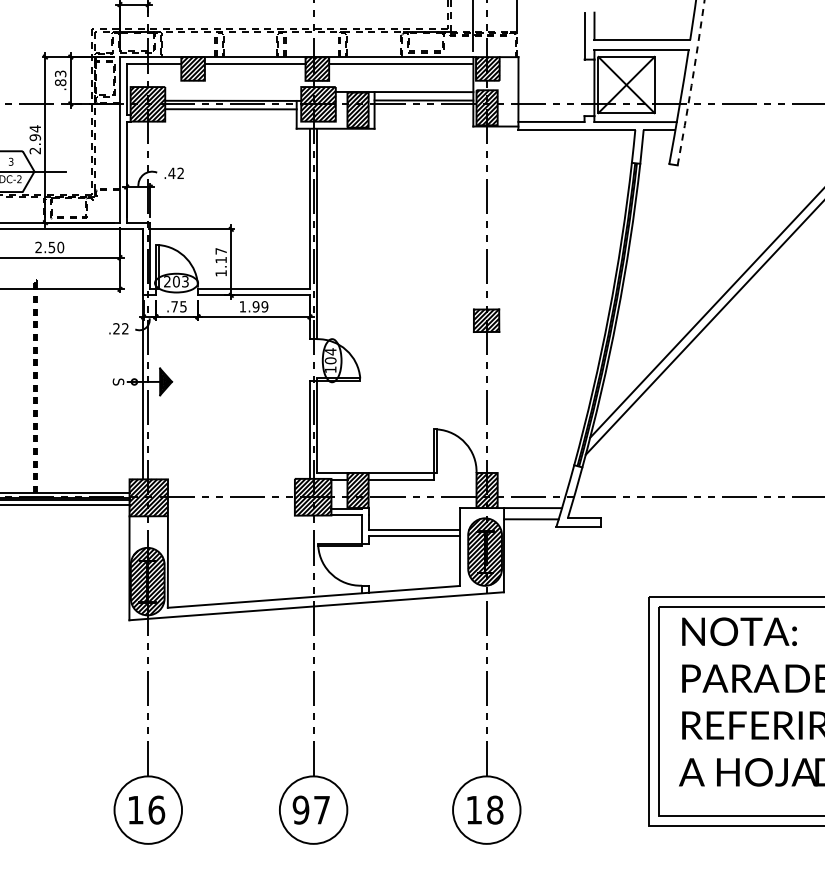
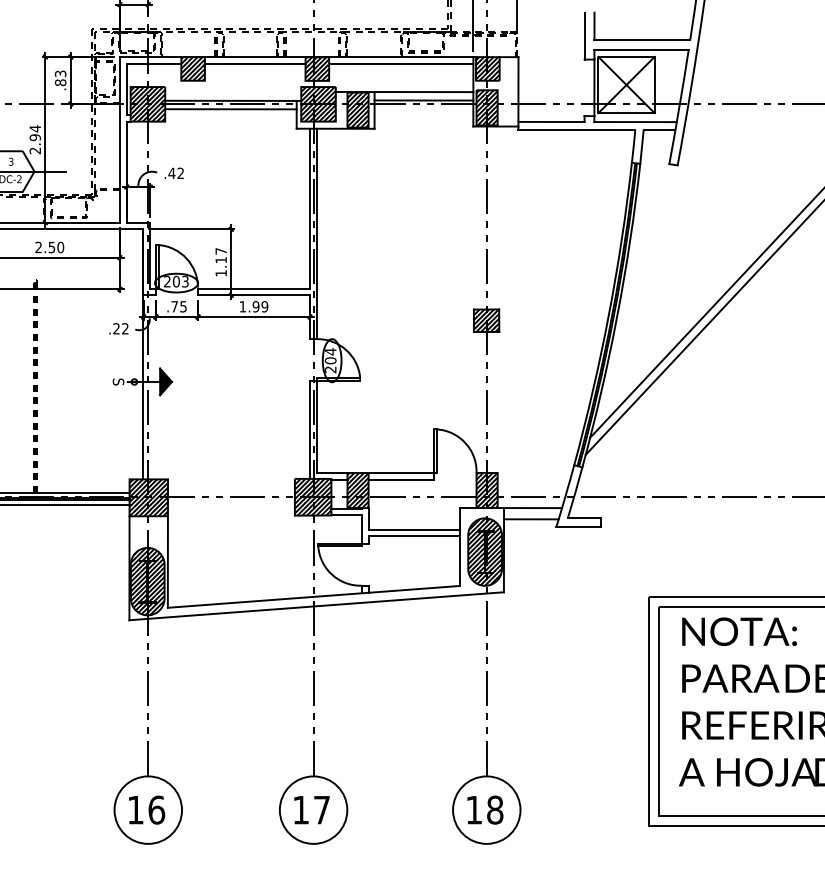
arc at (692, 82): dashed -> solid
text at (330, 369): 104 -> 204
text at (300, 809): 97 -> 17
